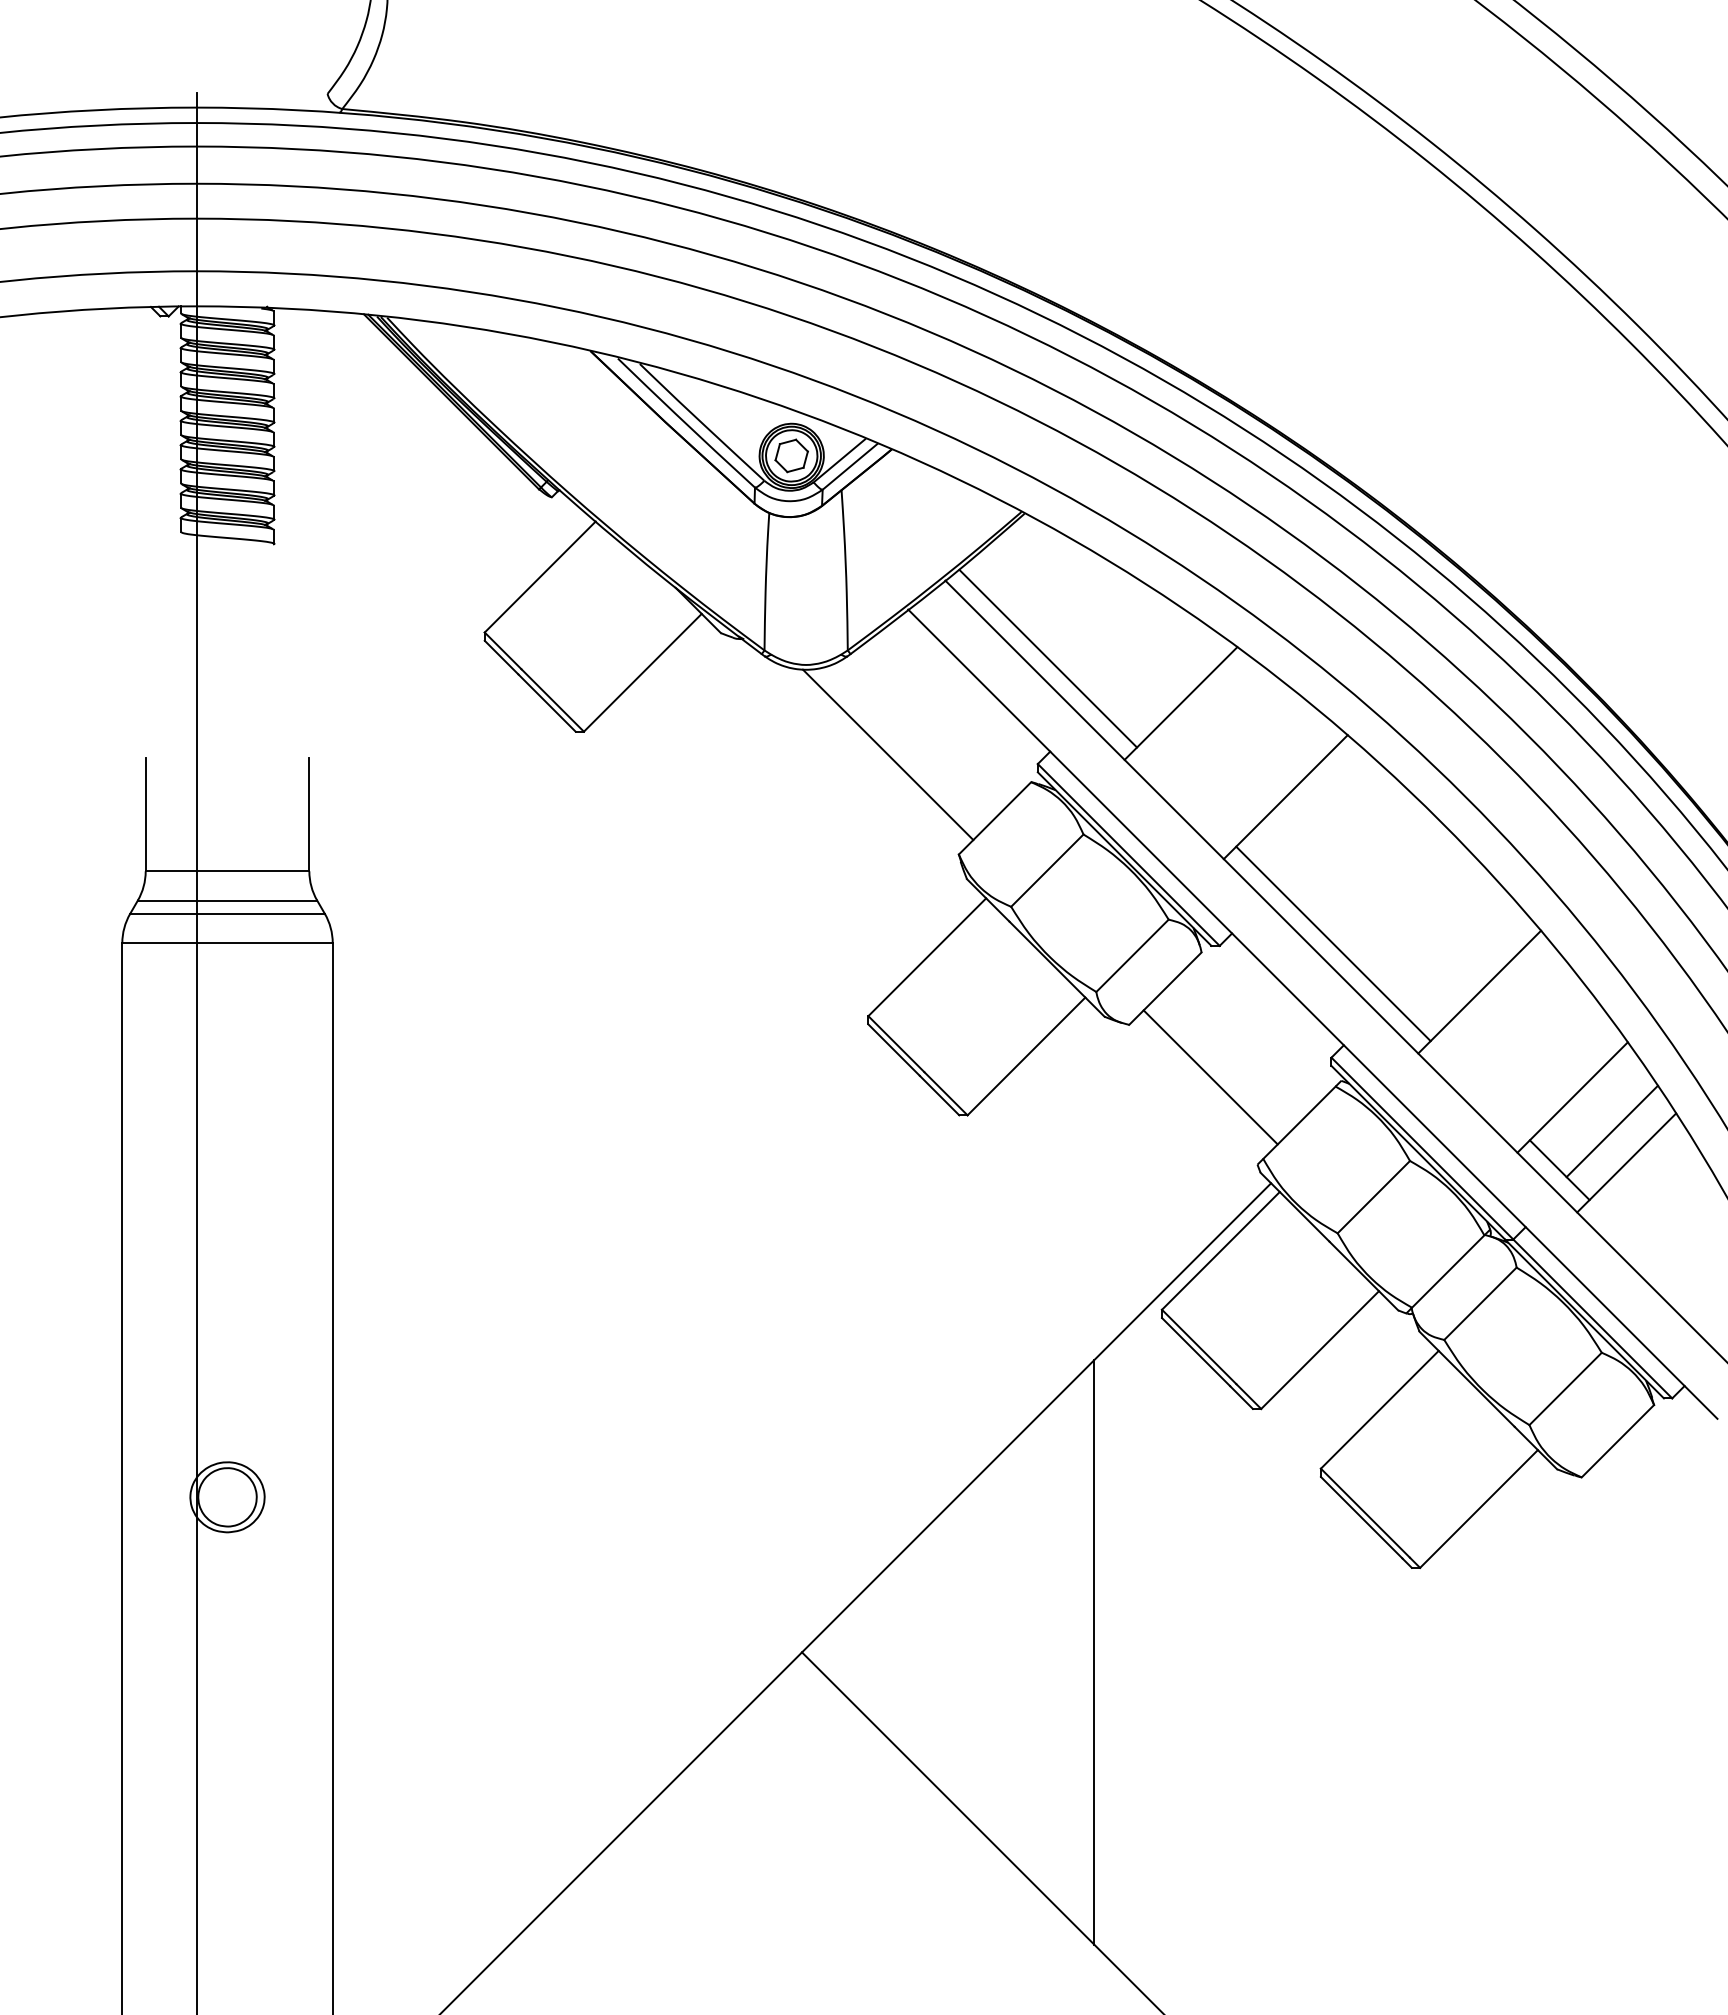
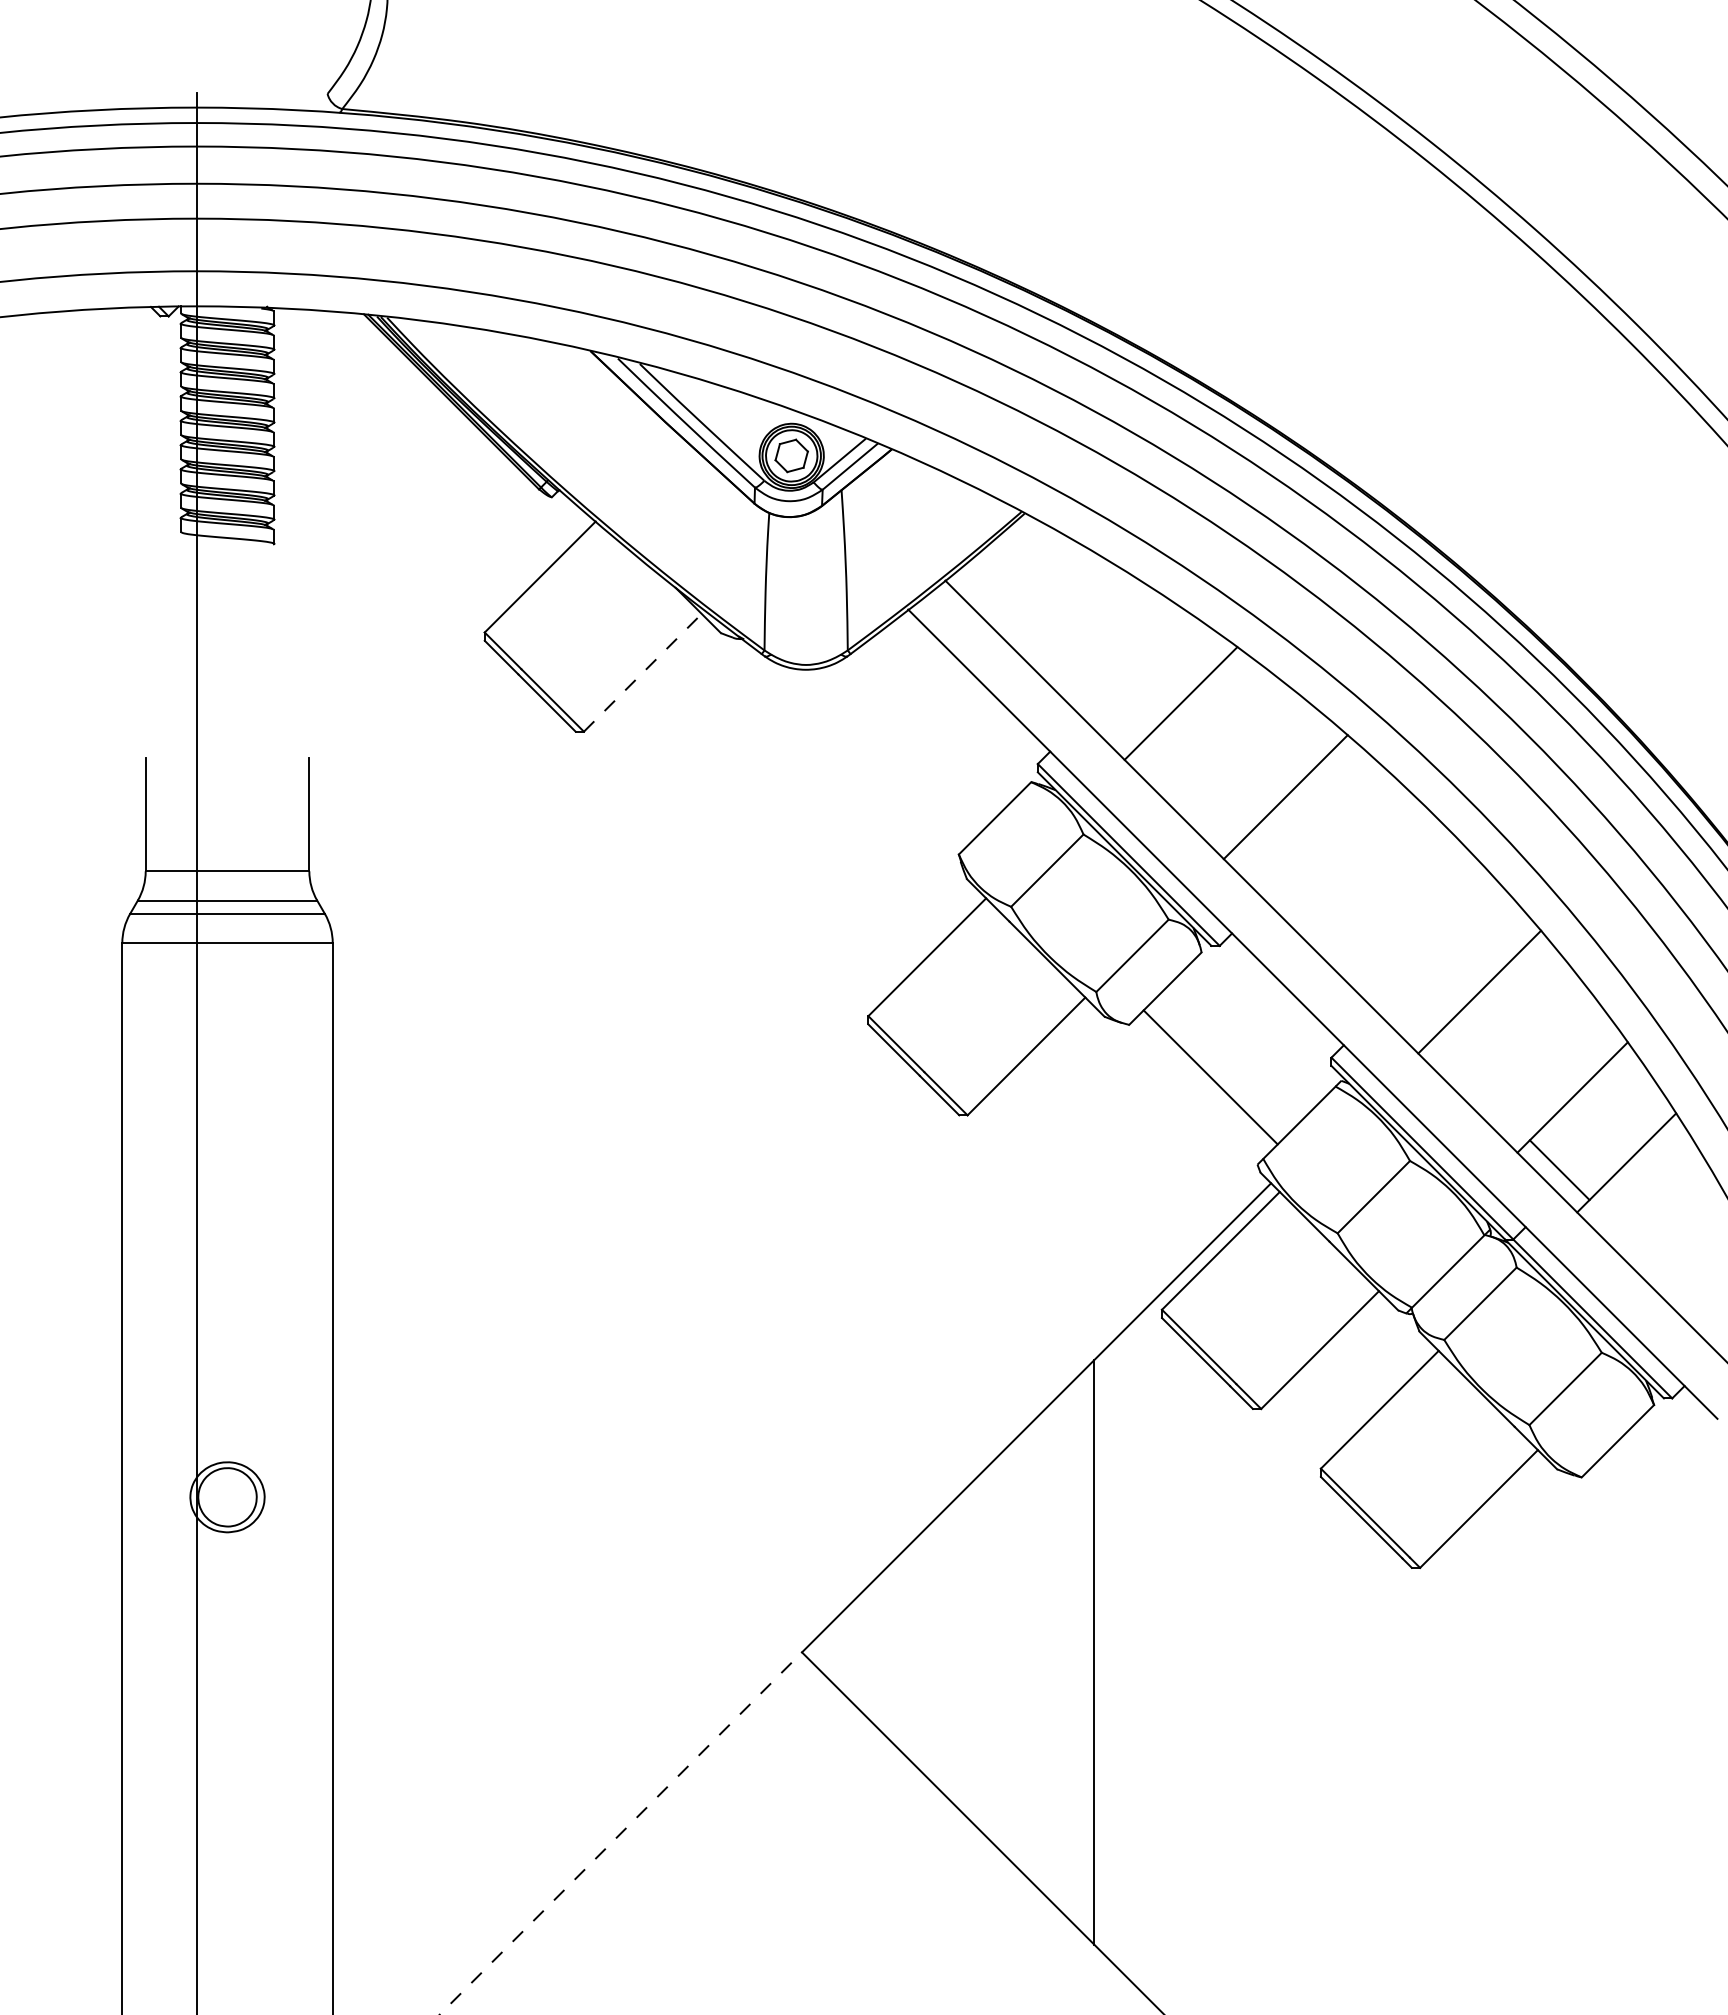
line at (1048, 658): present -> none
line at (643, 672): solid -> dashed
line at (887, 754): present -> none
line at (1333, 943): present -> none
line at (1611, 1131): present -> none
line at (621, 1833): solid -> dashed
